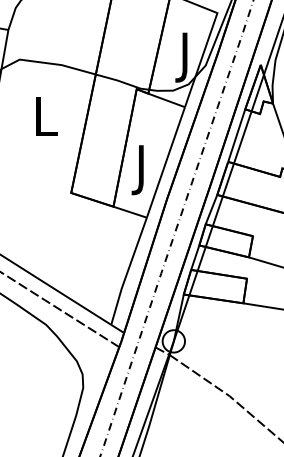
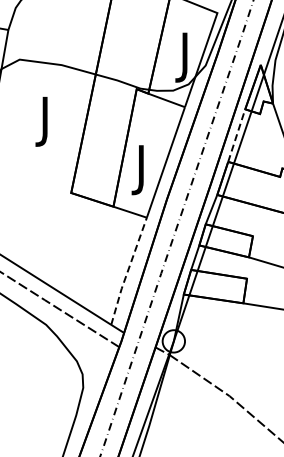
text at (46, 121): L -> J
line at (236, 135): solid -> dashed
line at (127, 271): solid -> dashed
